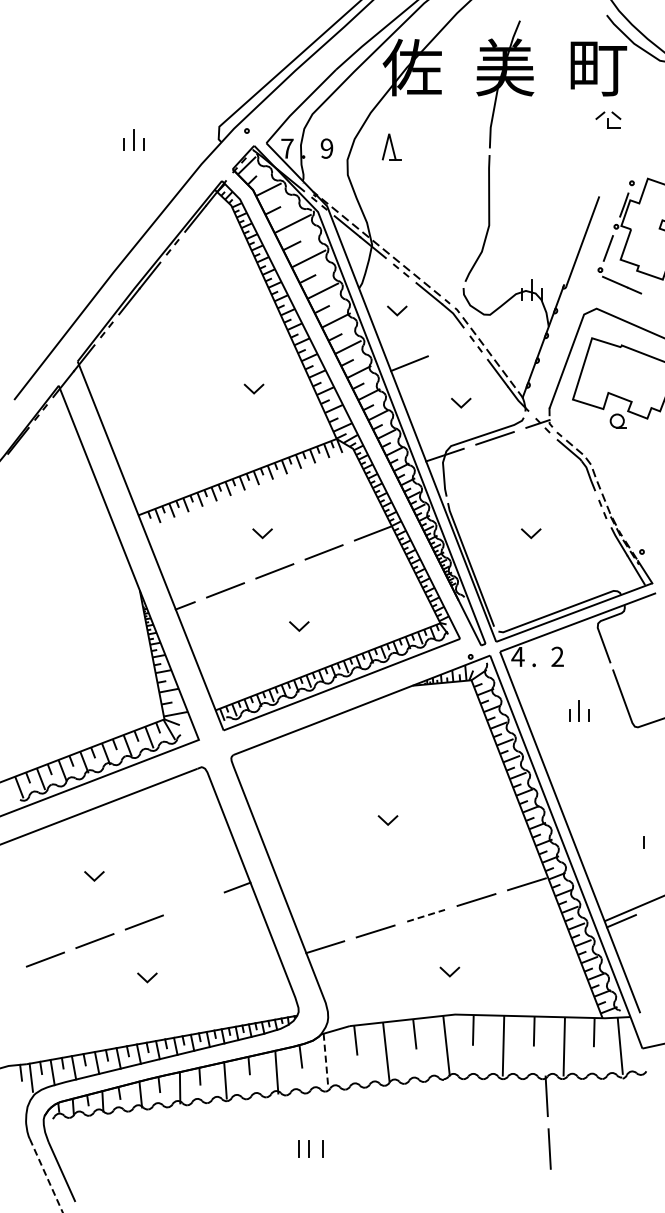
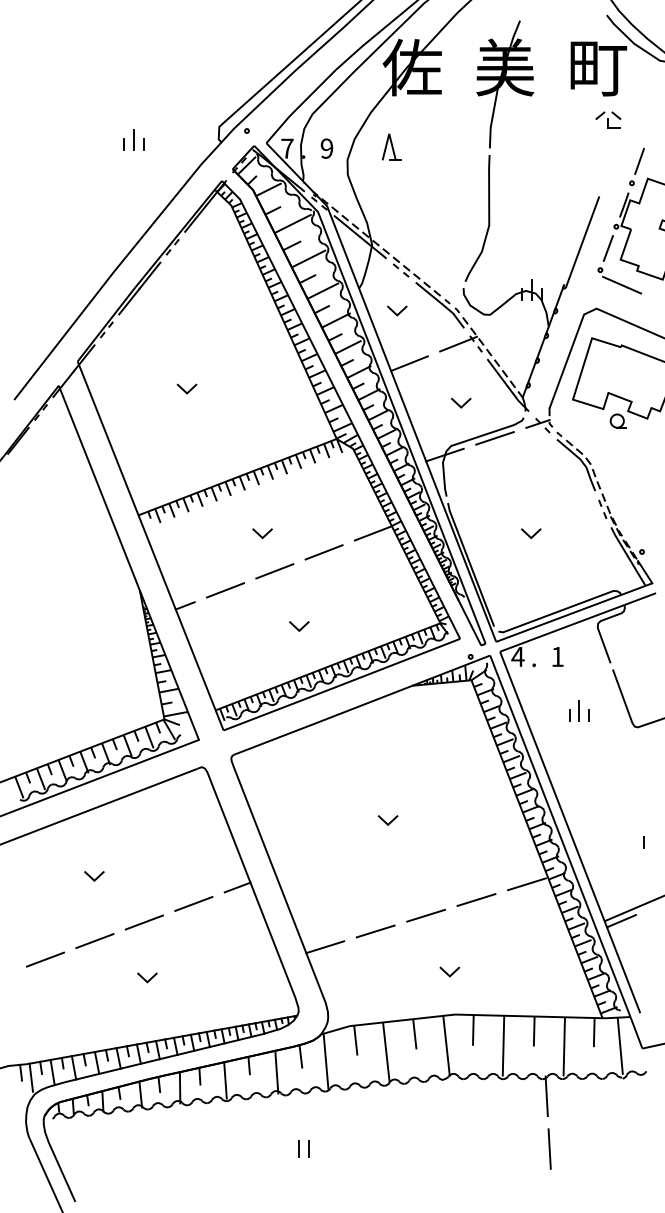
line at (639, 160): none -> present
line at (458, 343): none -> present
line at (251, 389) position: (251, 389) -> (184, 389)
text at (557, 656): 2 -> 1
line at (193, 903): none -> present
line at (426, 915): dashed -> solid
line at (326, 1061): dashed -> solid
line at (322, 1148): present -> none
line at (46, 1176): dashed -> solid
